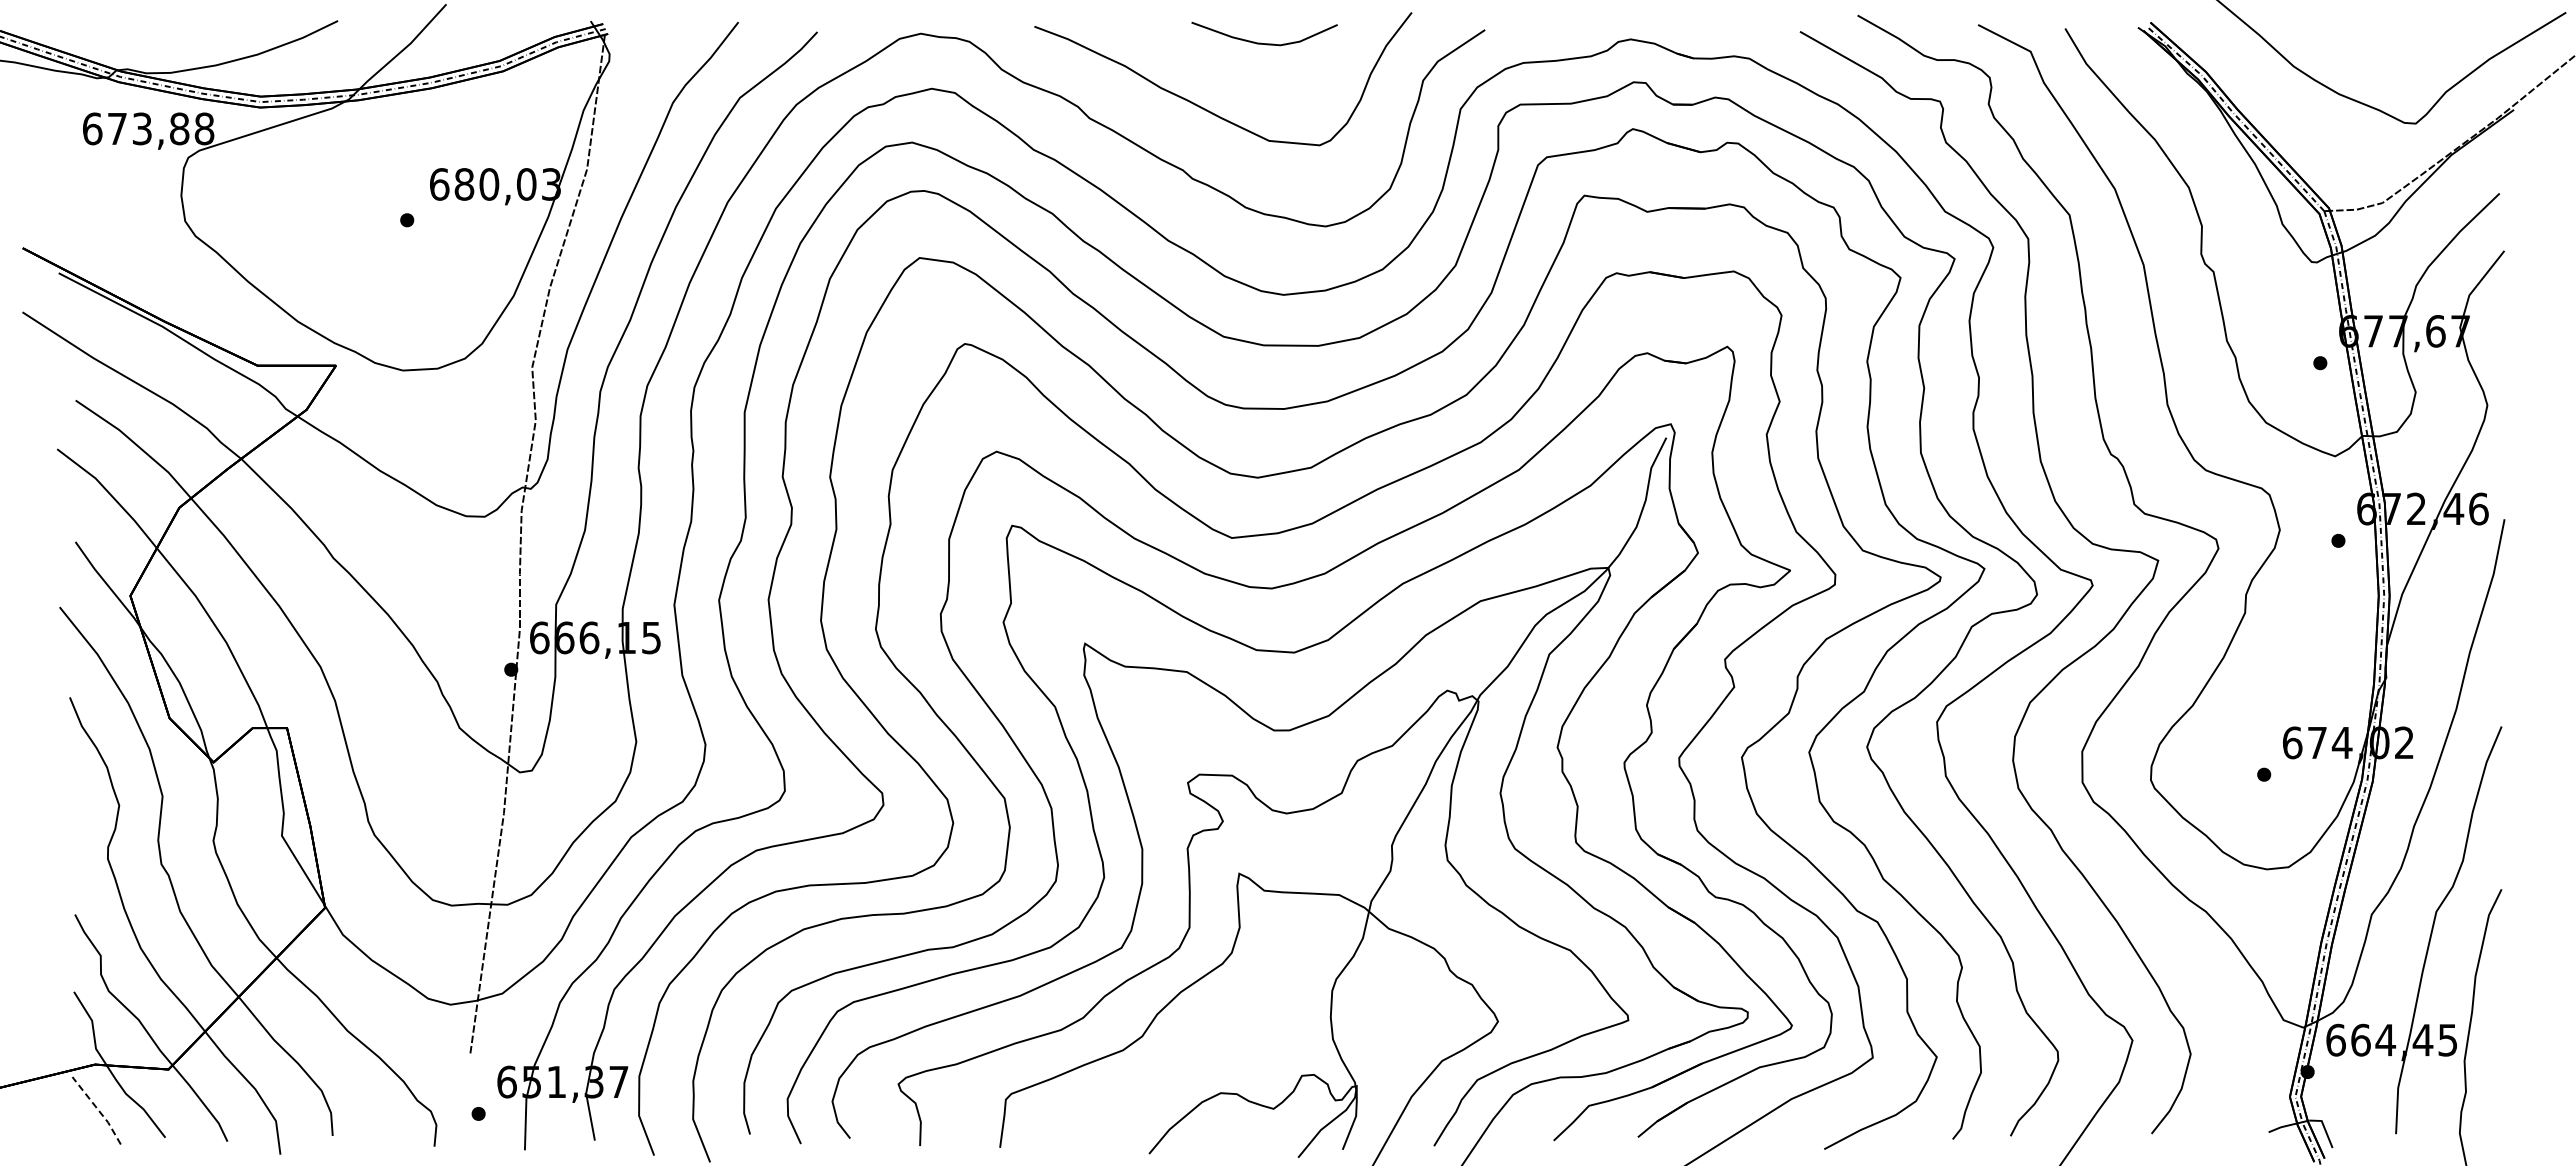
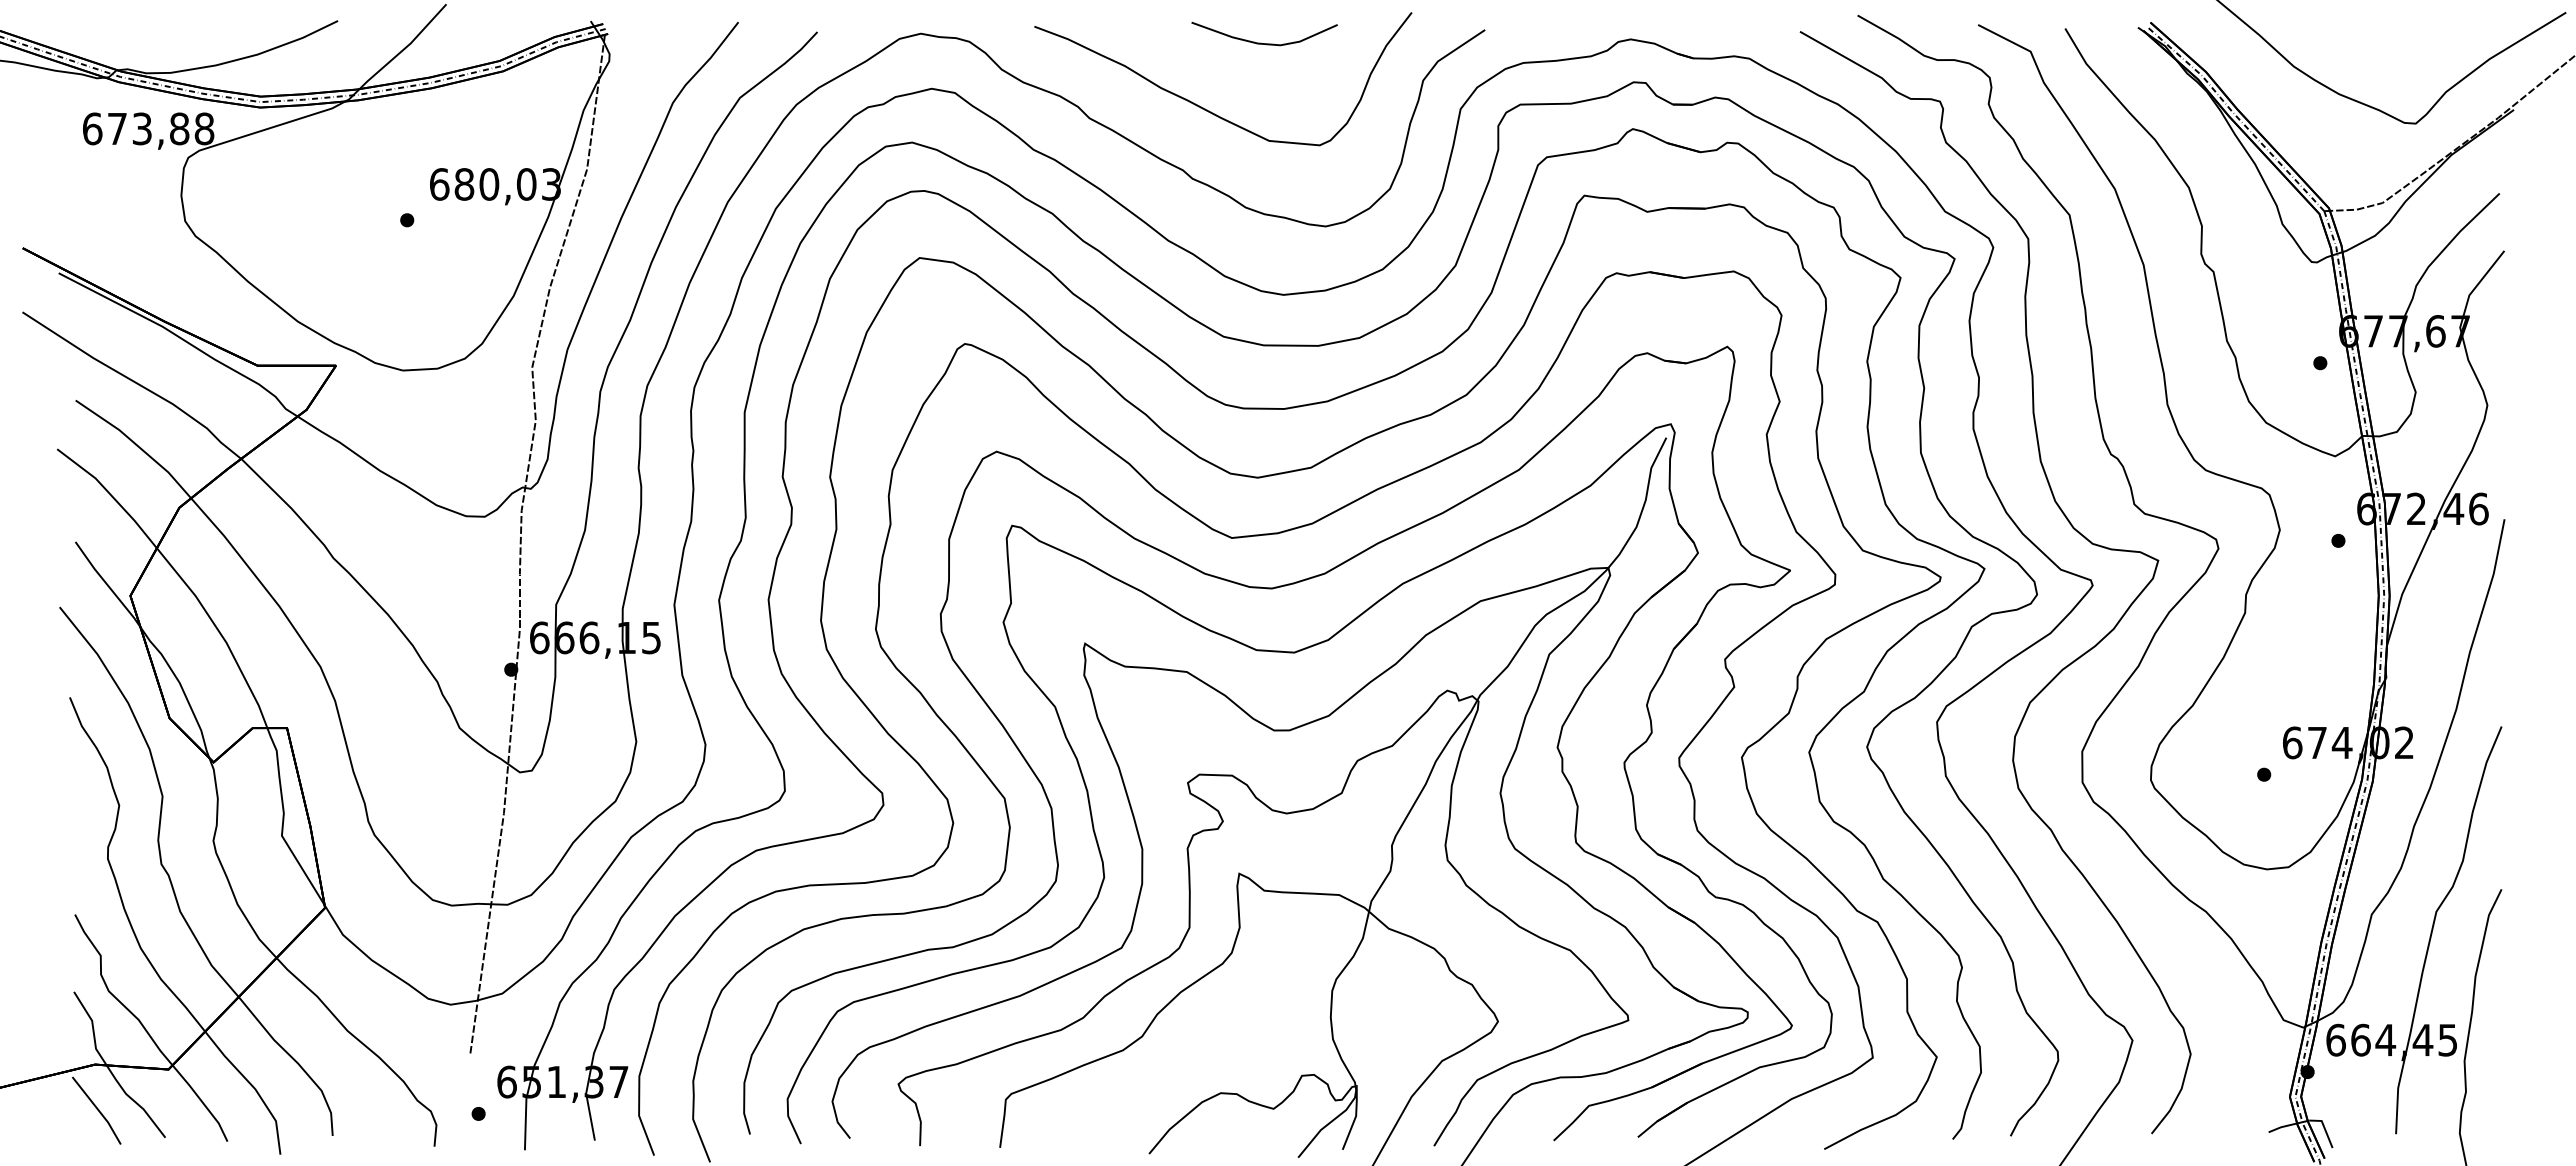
line at (98, 1109): dashed -> solid
